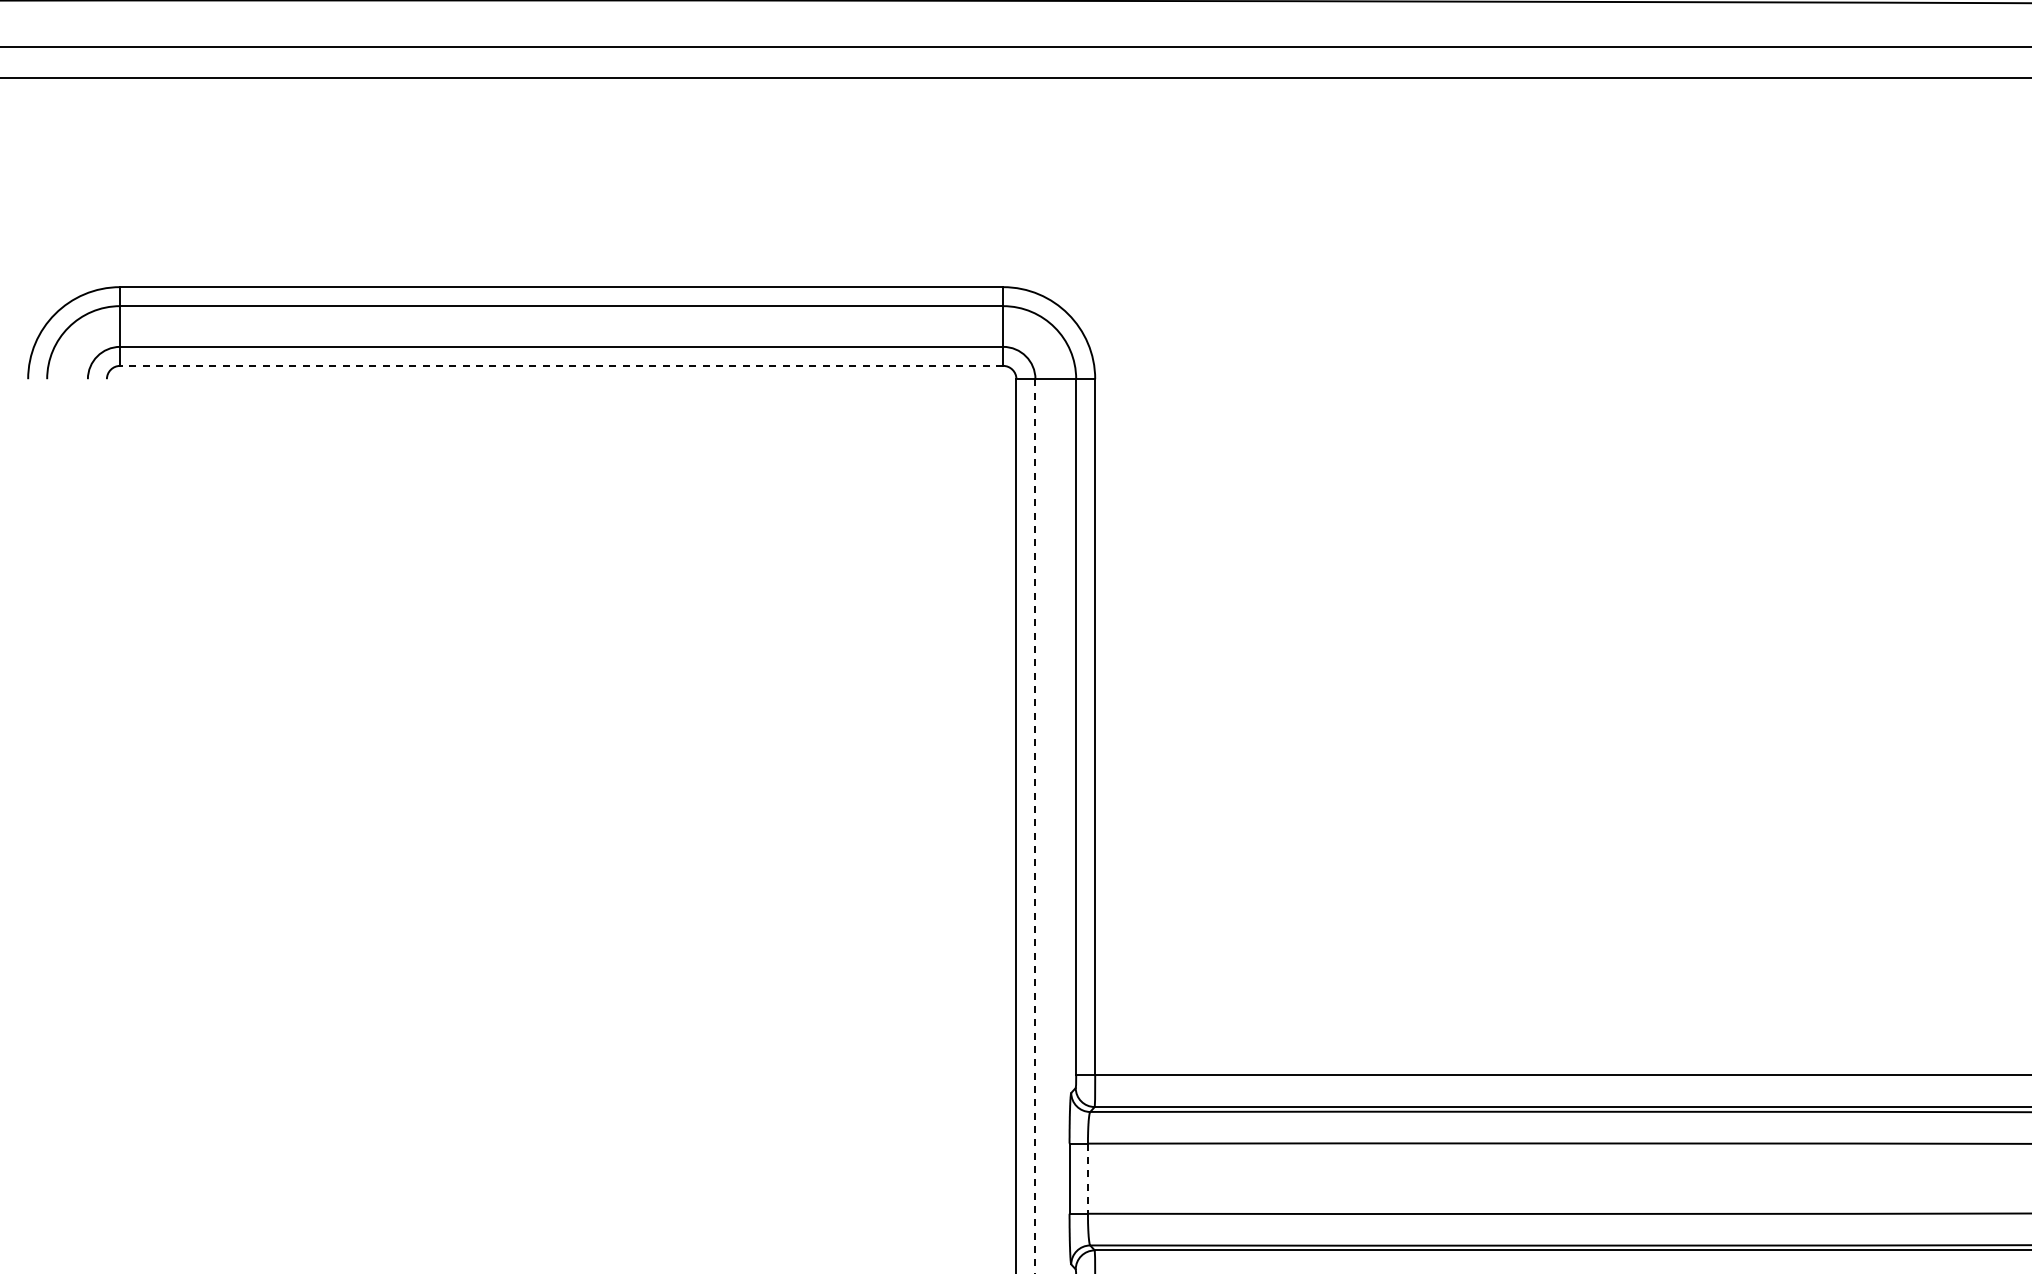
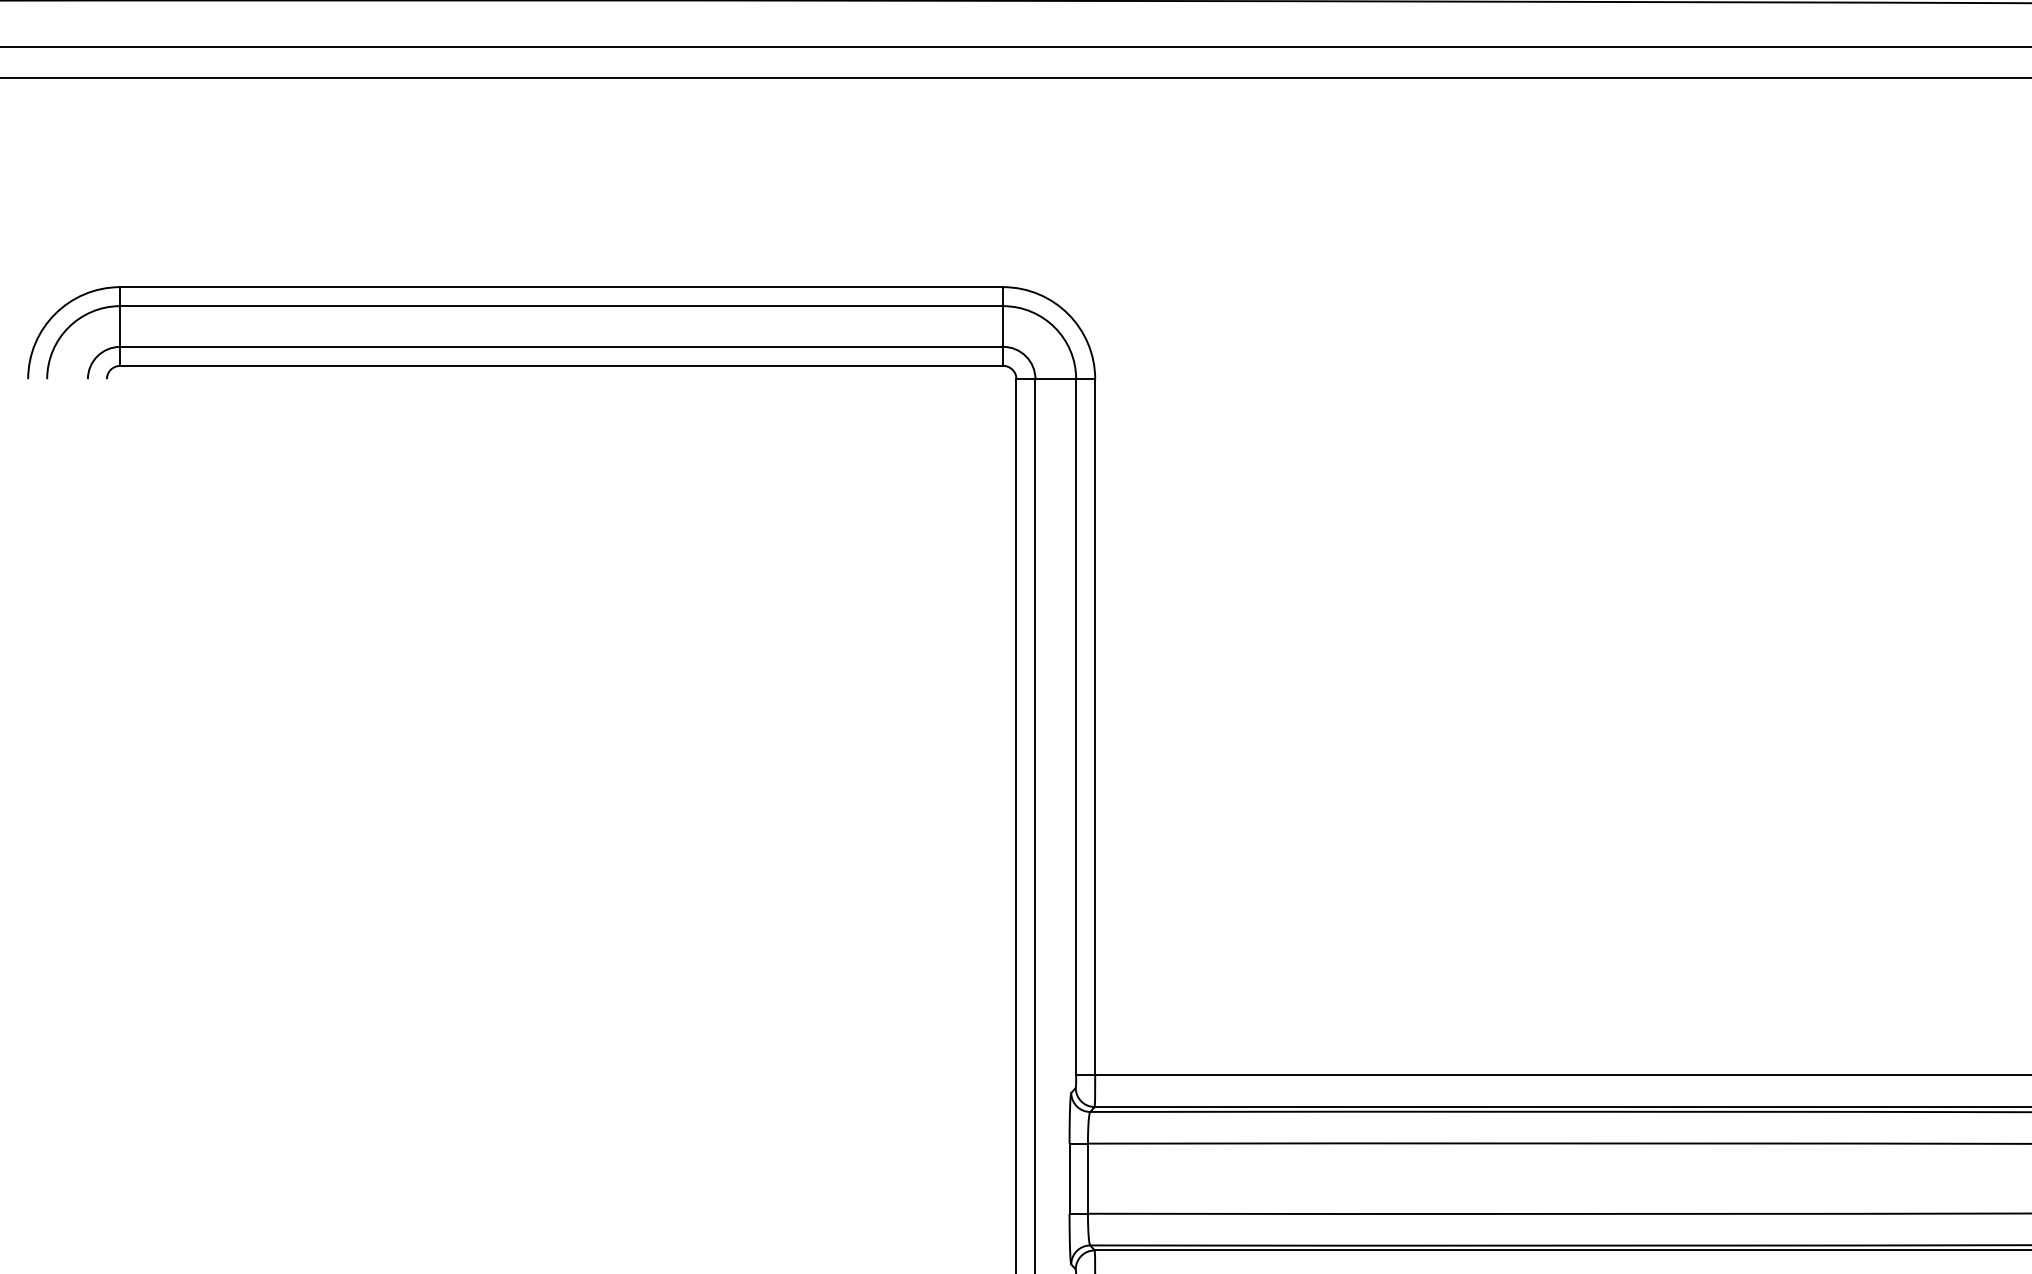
line at (561, 365): dashed -> solid
line at (1035, 826): dashed -> solid
line at (1087, 1179): dashed -> solid
